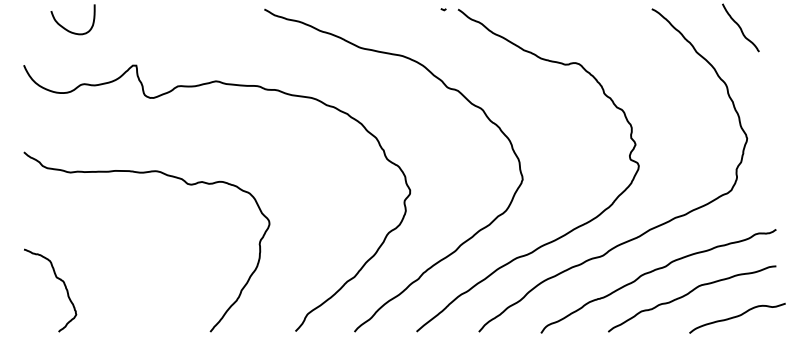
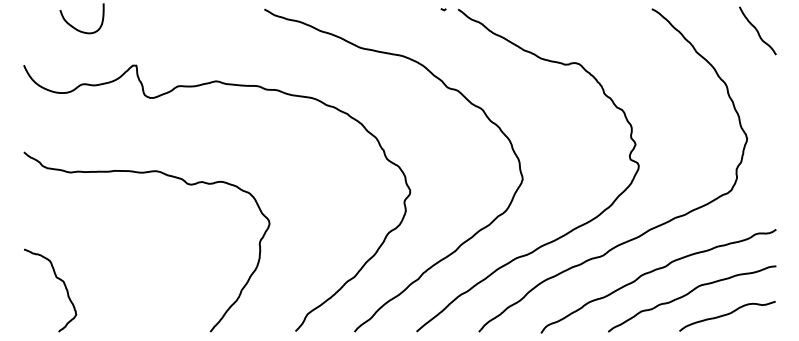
curve at (740, 27) position: (740, 27) -> (757, 30)
curve at (66, 28) position: (66, 28) -> (75, 27)
curve at (737, 317) position: (737, 317) -> (727, 315)
